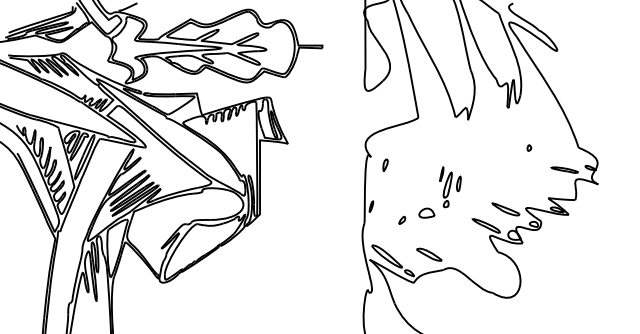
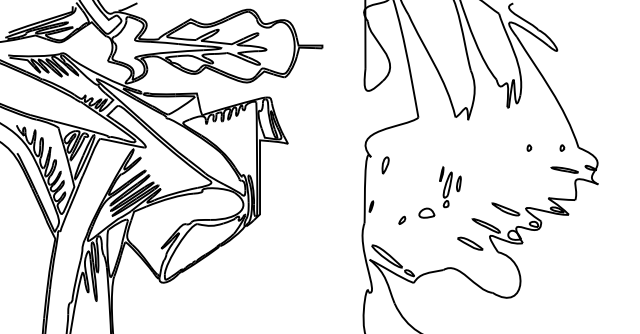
part at (562, 147): none -> present
part at (385, 164) size: 7x14 px -> 9x19 px
part at (429, 254) position: (429, 254) -> (470, 243)
